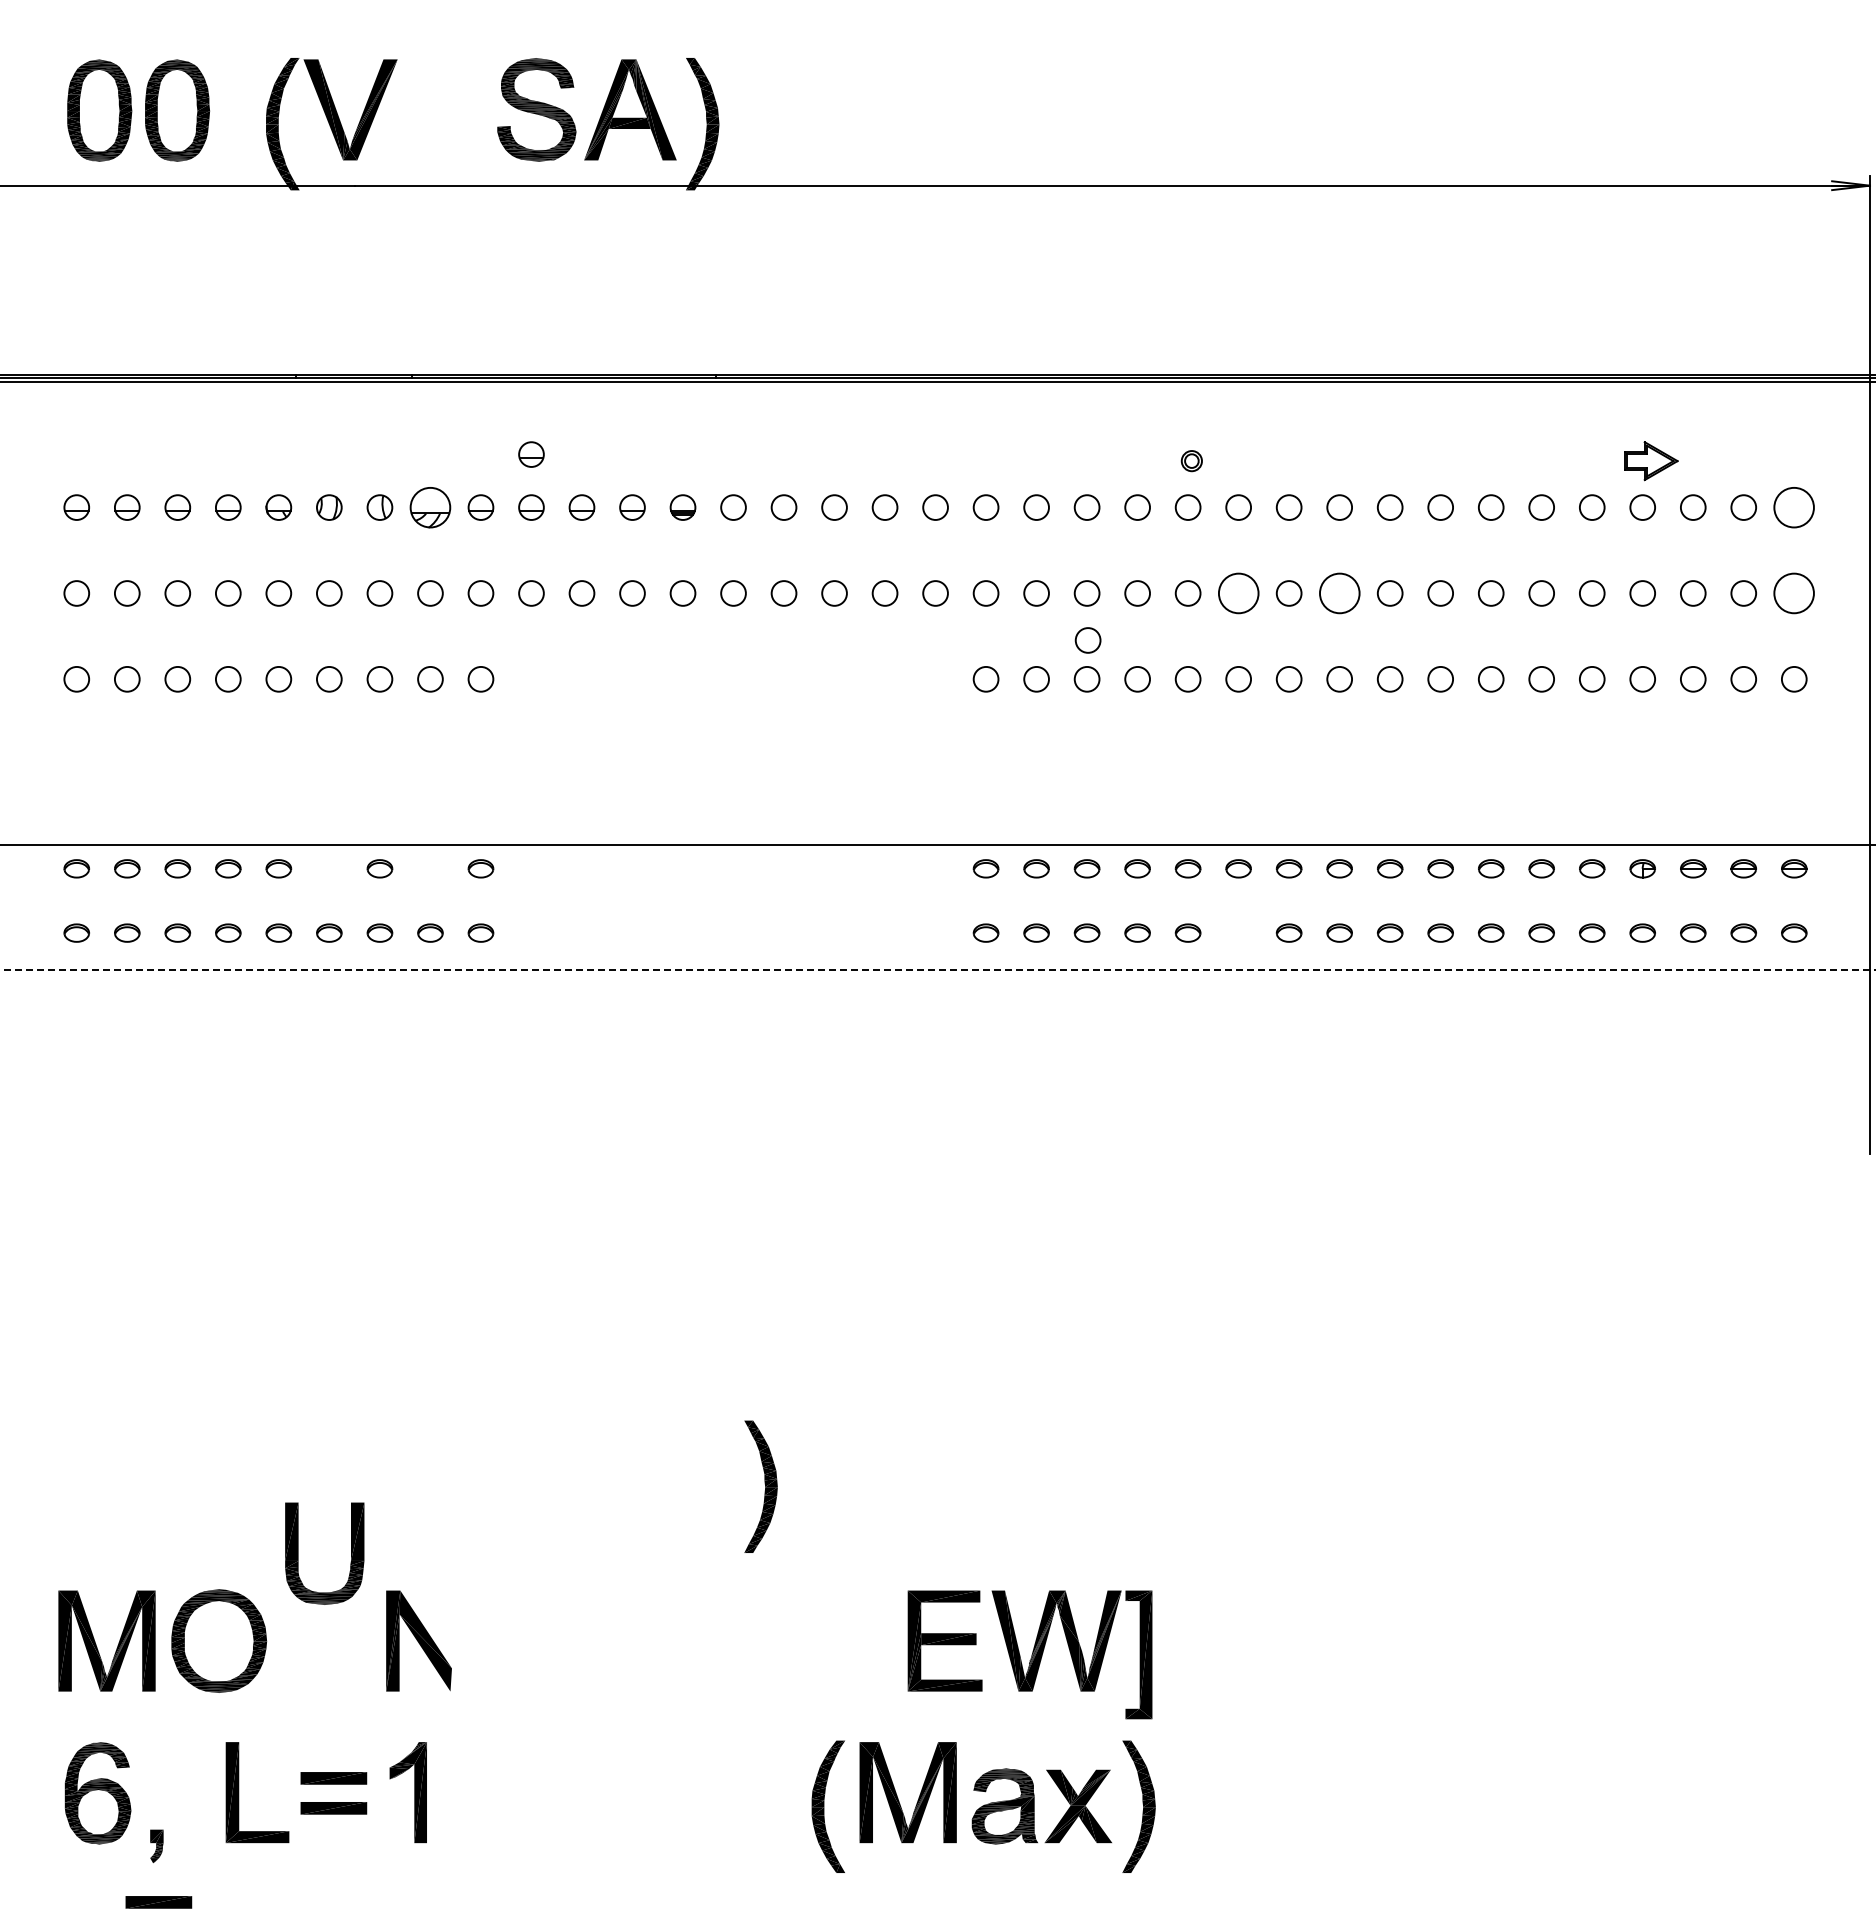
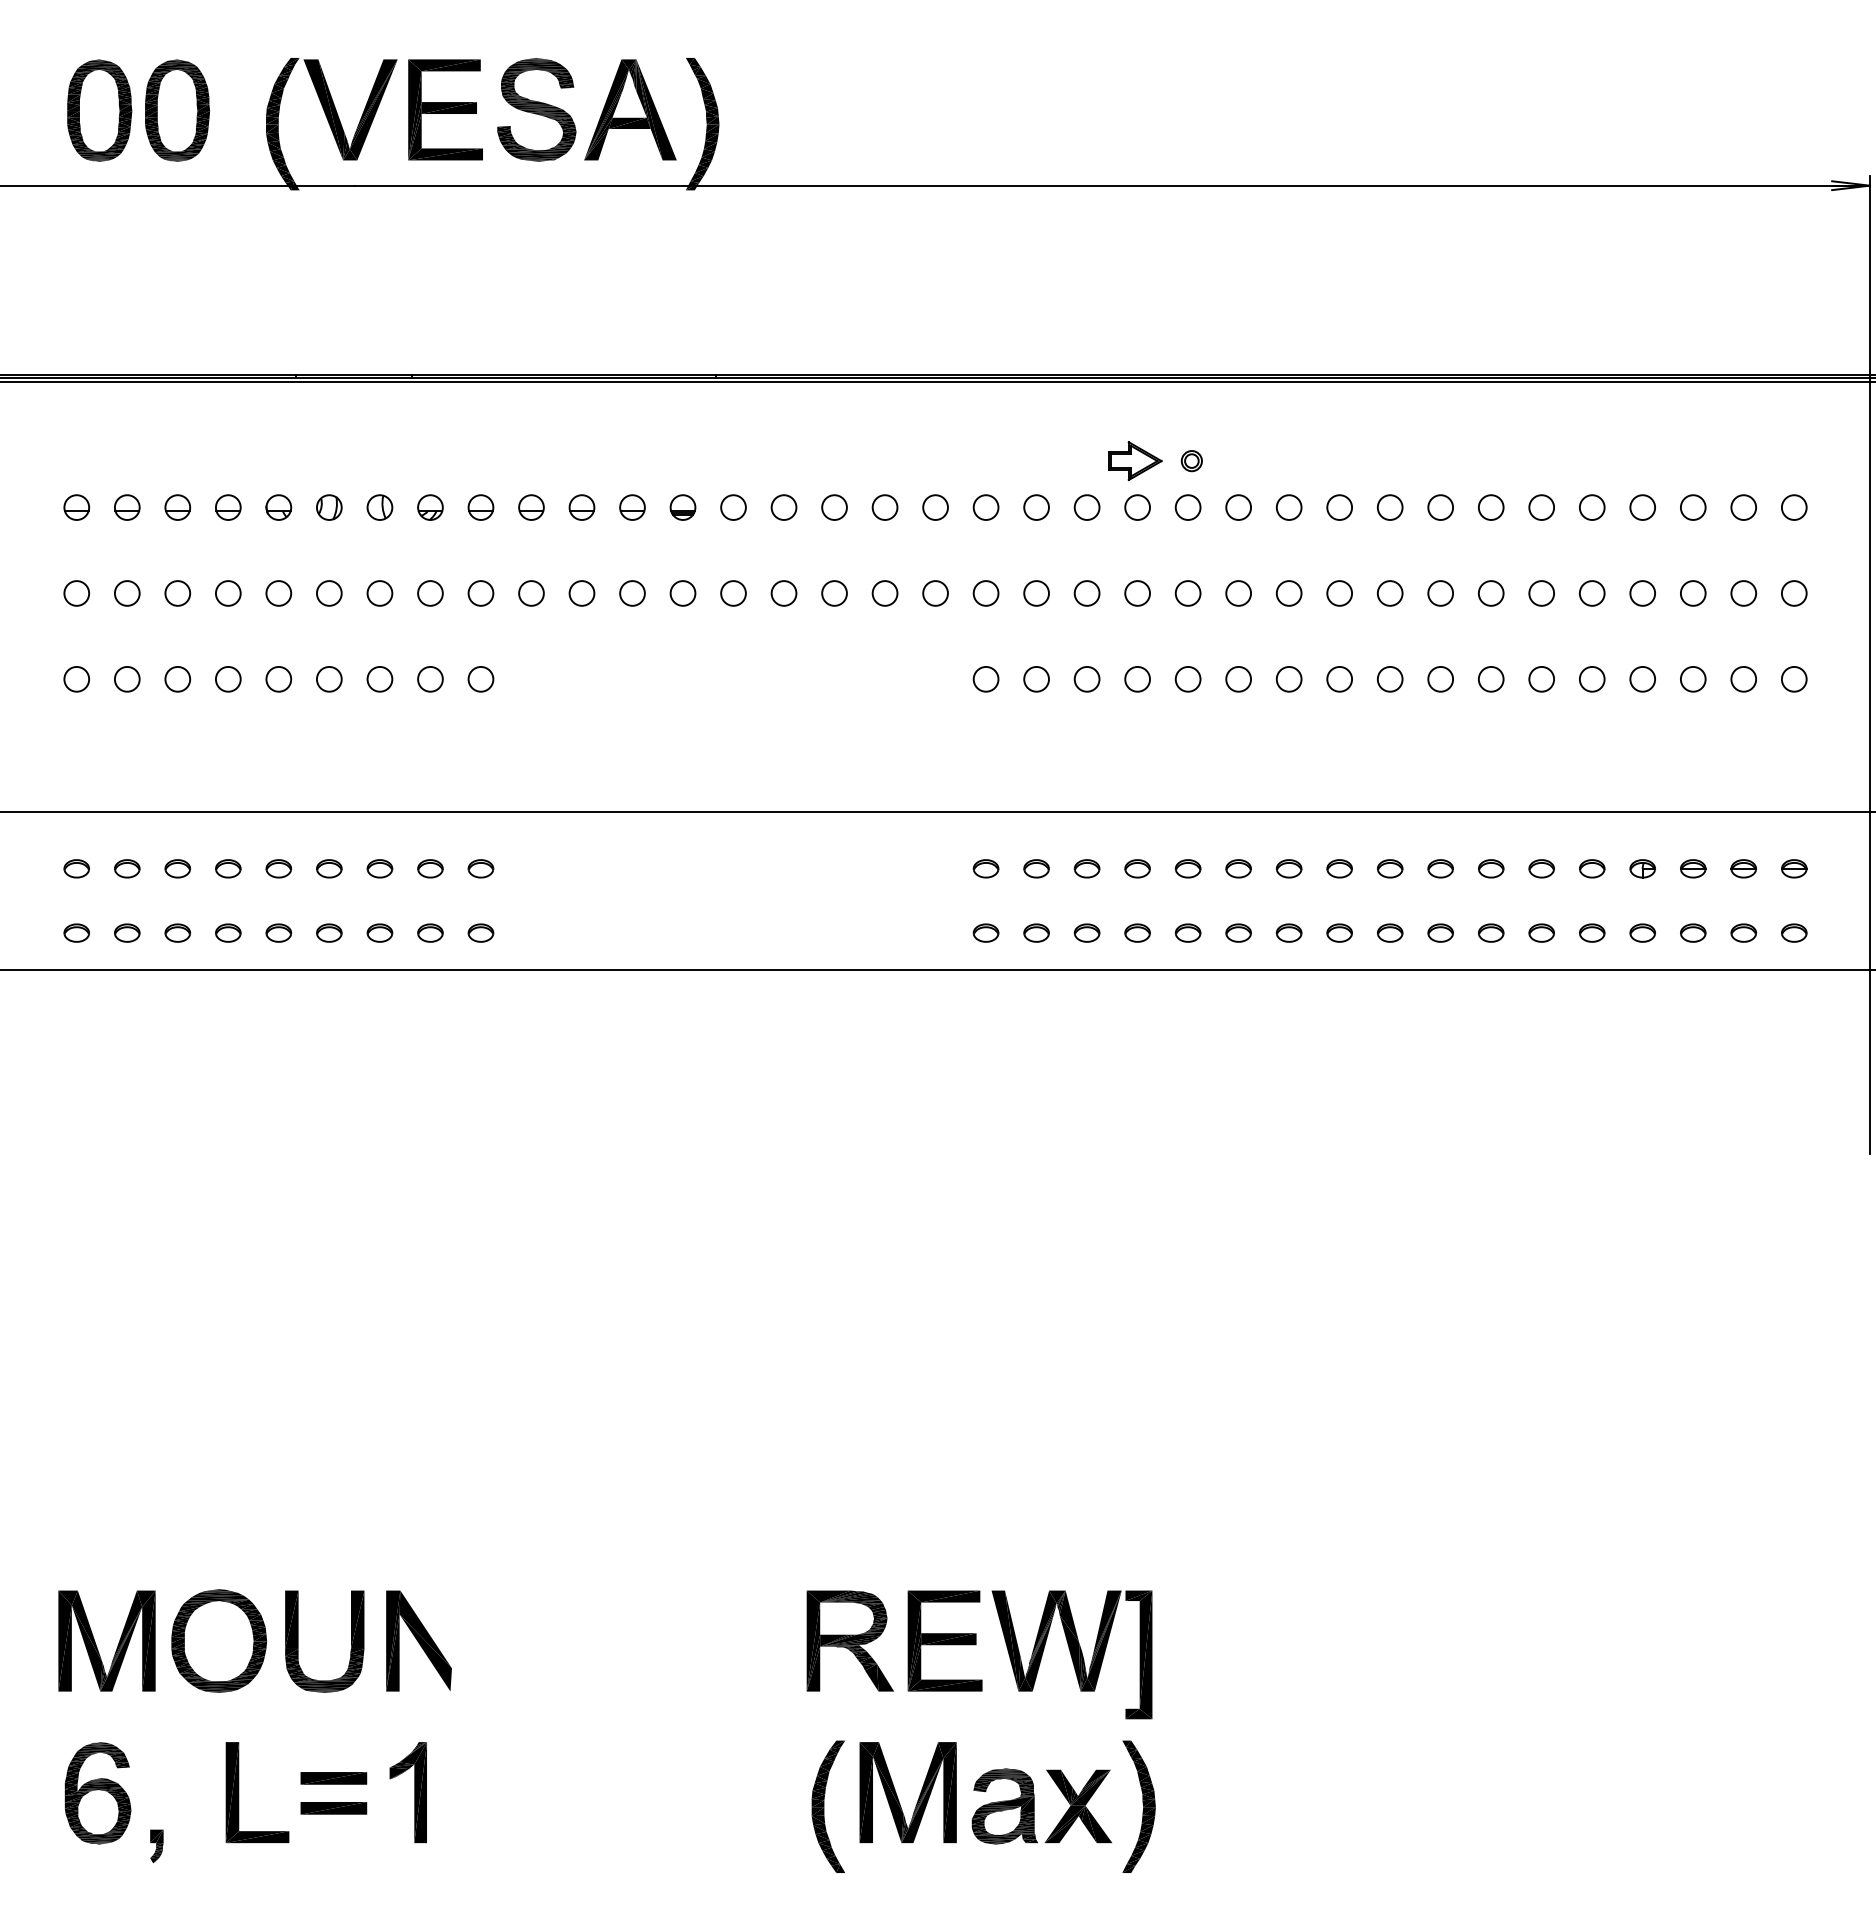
part at (445, 109): none -> present
part at (531, 454): present -> none
part at (1651, 461) position: (1651, 461) -> (1135, 461)
part at (430, 507) size: 43x42 px -> 27x27 px
circle at (1793, 507) size: 42x42 px -> 27x27 px
circle at (1238, 593) size: 42x43 px -> 27x27 px
circle at (1339, 593) size: 42x43 px -> 27x27 px
circle at (1793, 593) size: 42x43 px -> 27x27 px
circle at (1087, 640): present -> none
line at (937, 845) position: (937, 845) -> (937, 812)
part at (329, 868): none -> present
part at (430, 868): none -> present
part at (1238, 932): none -> present
line at (938, 970): dashed -> solid
part at (760, 1486): present -> none
part at (298, 1553) position: (298, 1553) -> (298, 1641)
part at (849, 1640): none -> present
part at (158, 1902): present -> none
